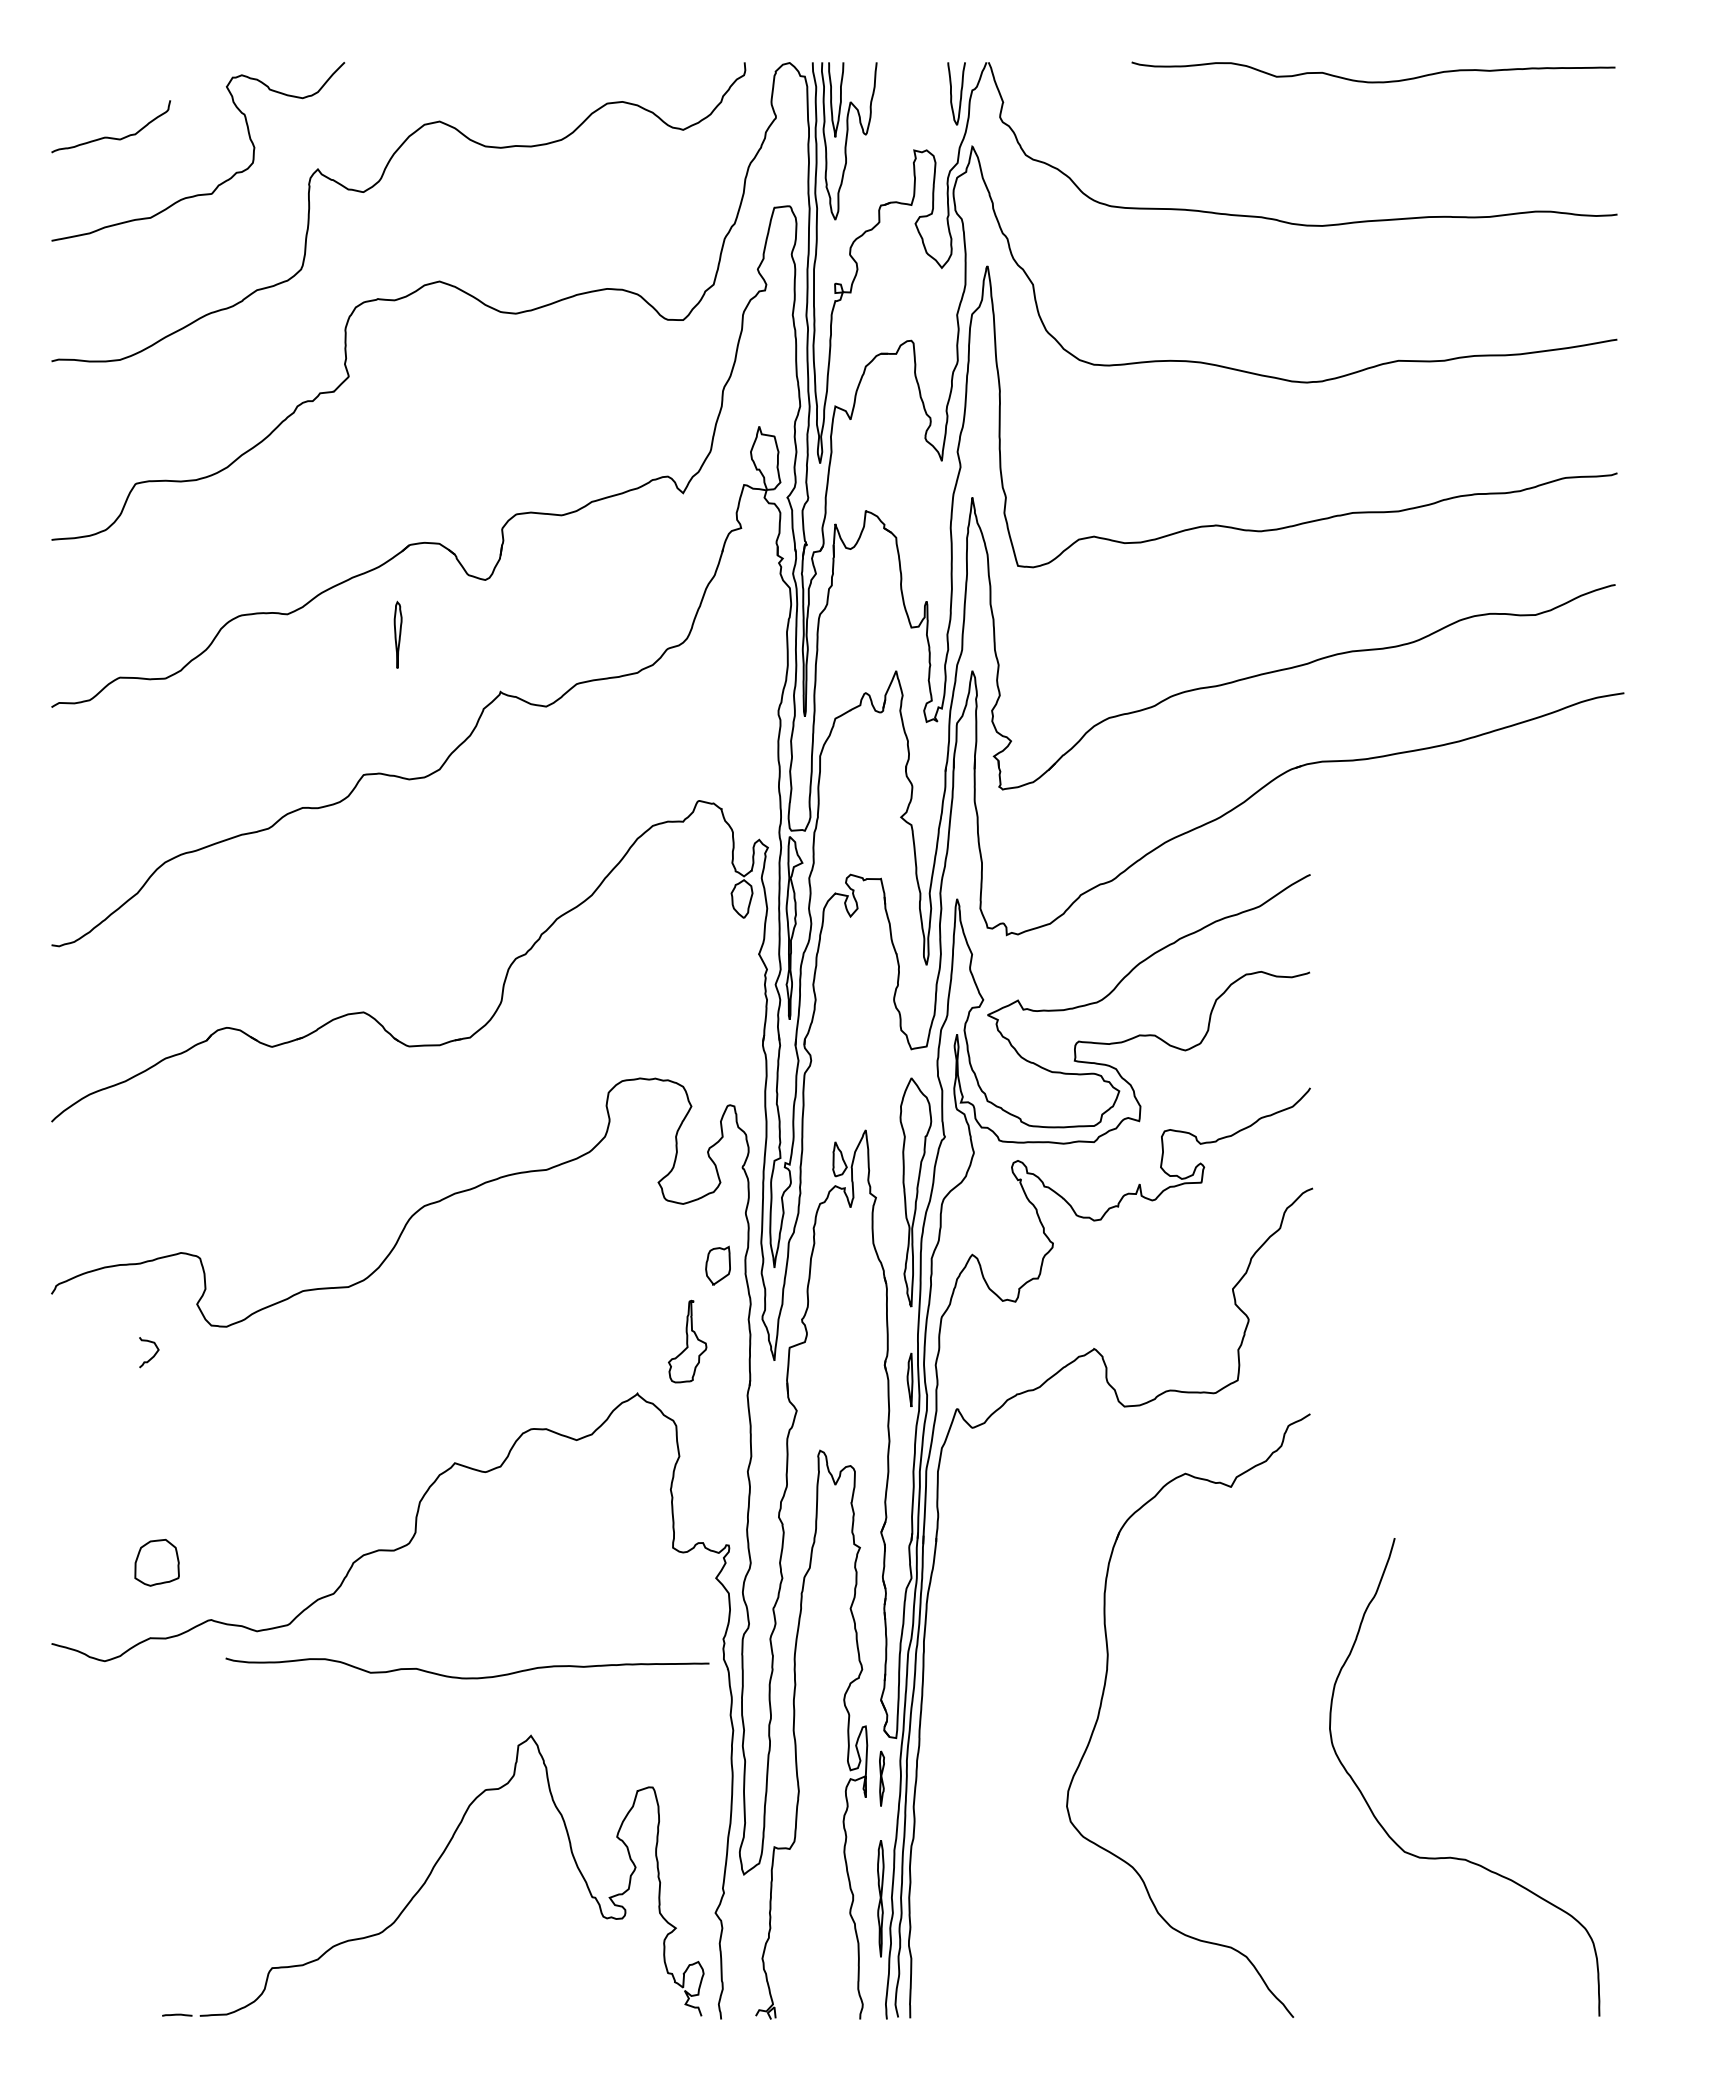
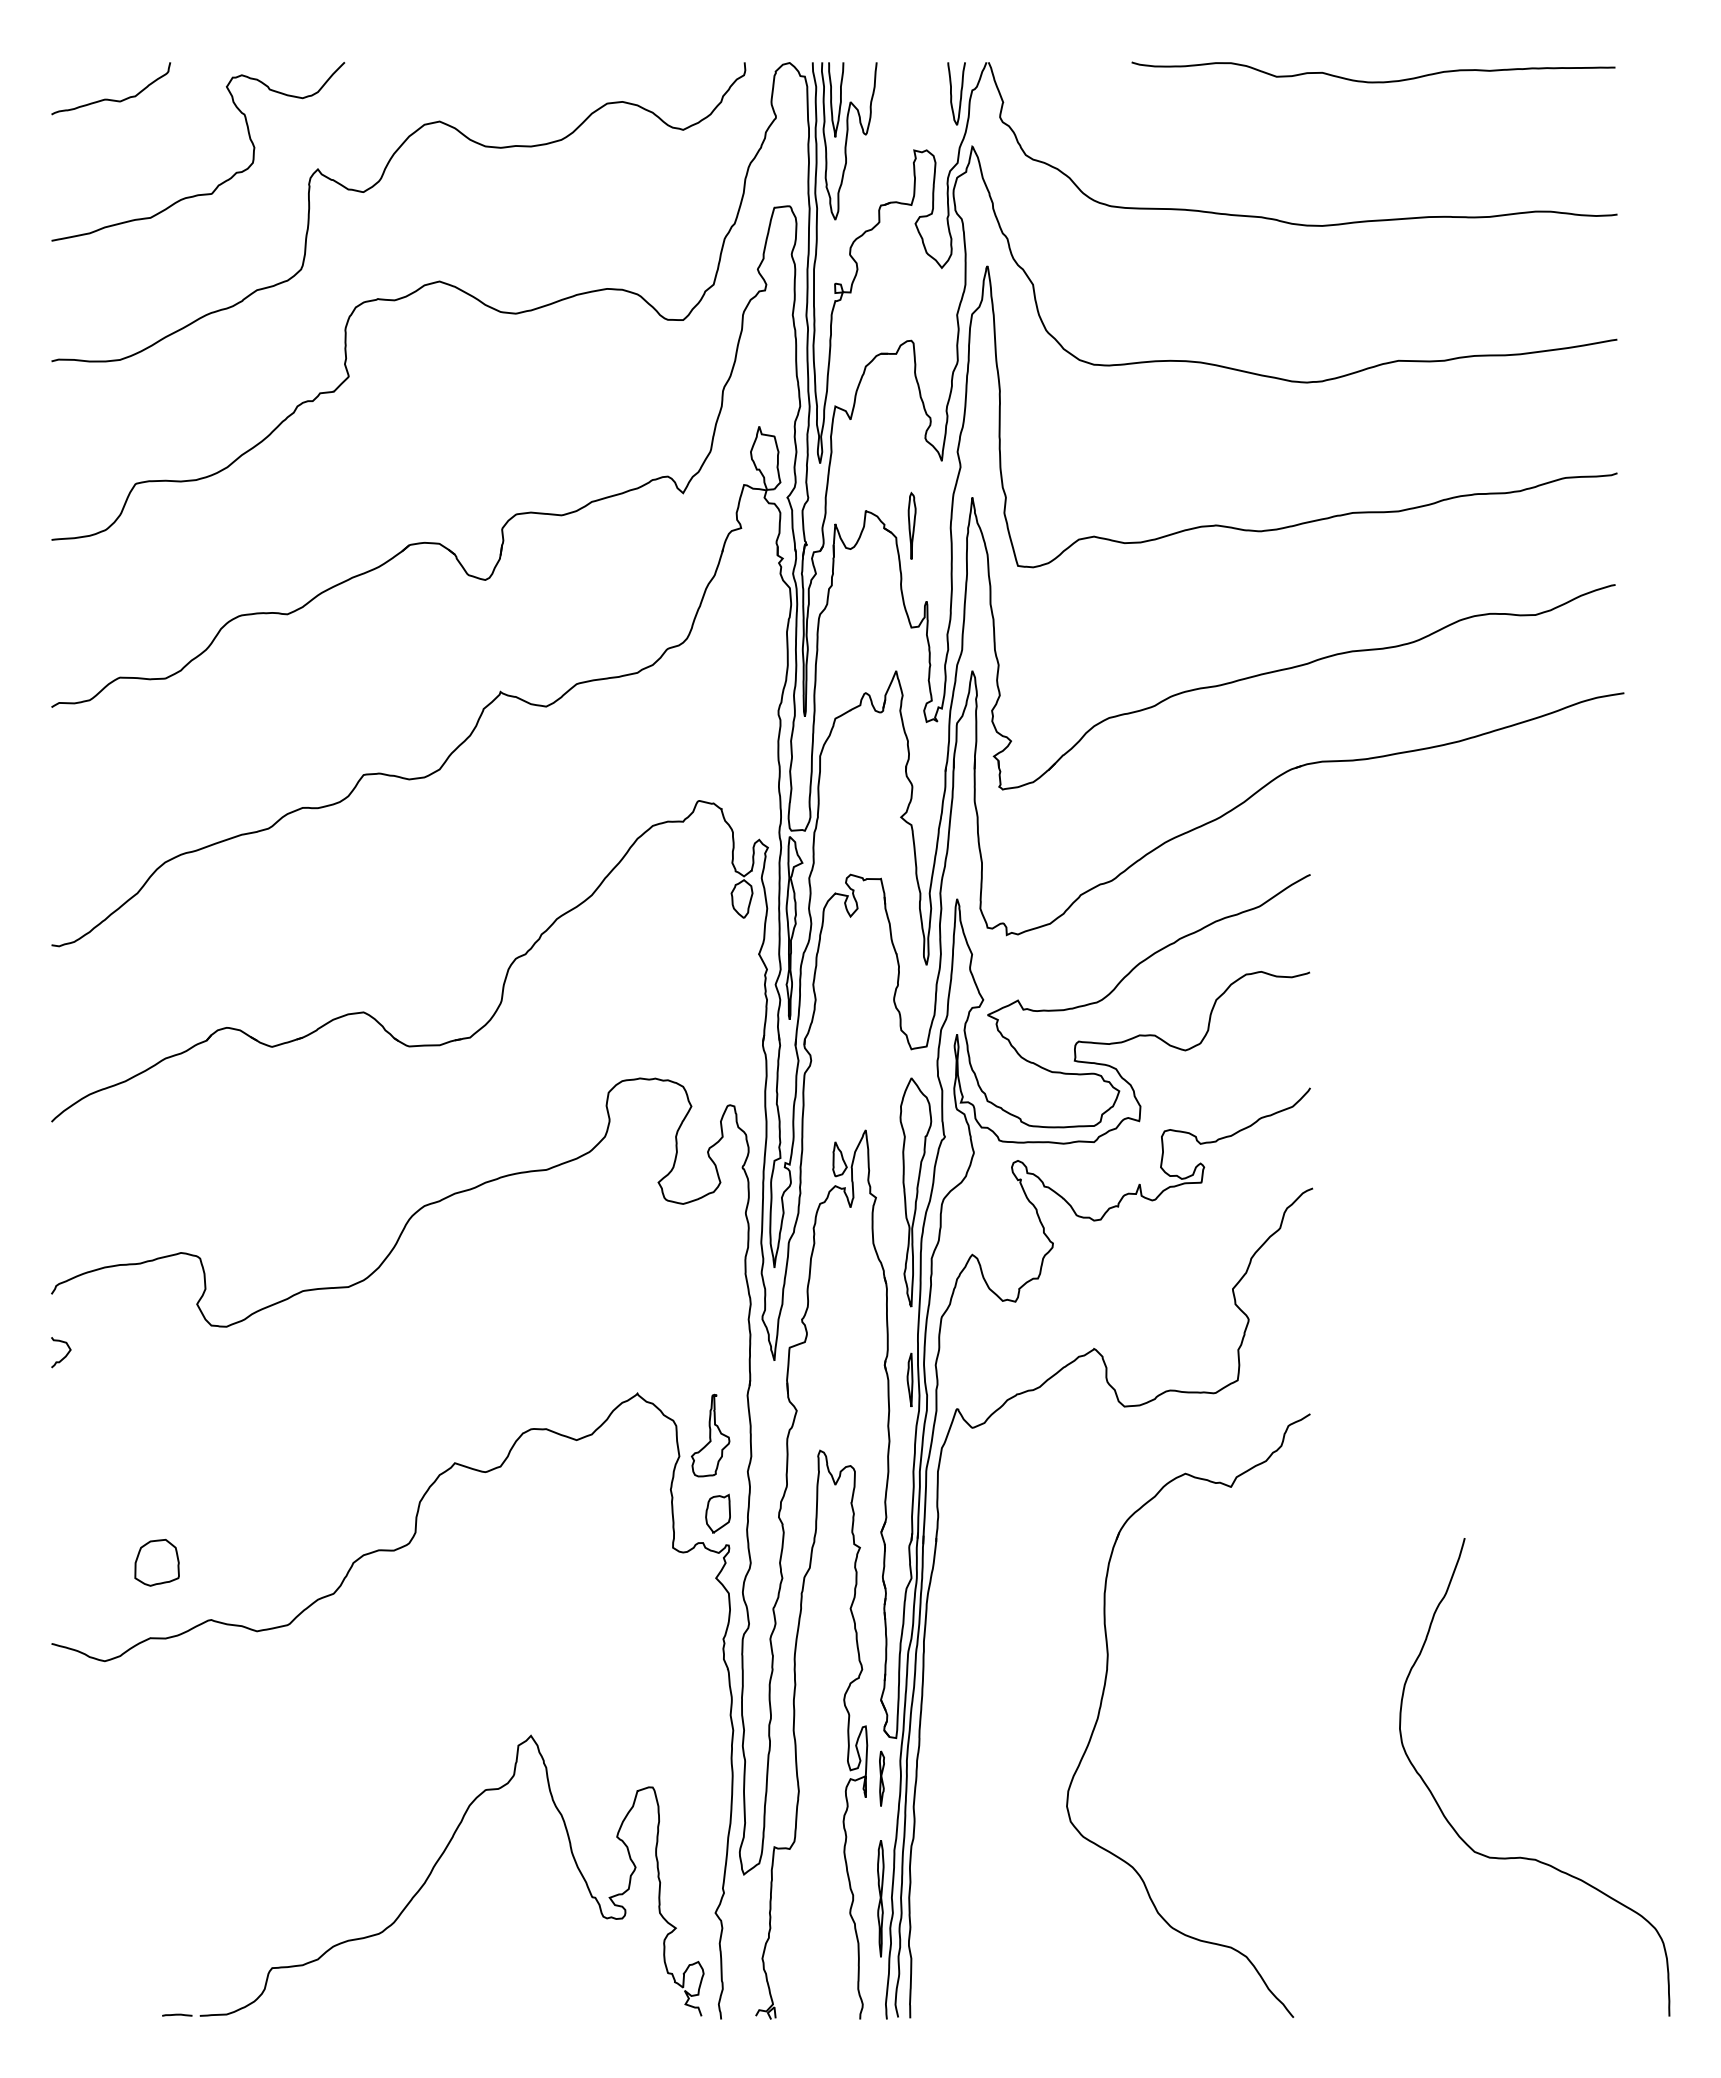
curve at (107, 136) position: (107, 136) -> (107, 98)
part at (397, 634) position: (397, 634) -> (911, 525)
part at (717, 1265) position: (717, 1265) -> (717, 1513)
part at (687, 1341) position: (687, 1341) -> (710, 1435)
curve at (153, 1355) position: (153, 1355) -> (65, 1355)
curve at (467, 1677): present -> none
curve at (1450, 1856) position: (1450, 1856) -> (1520, 1856)
